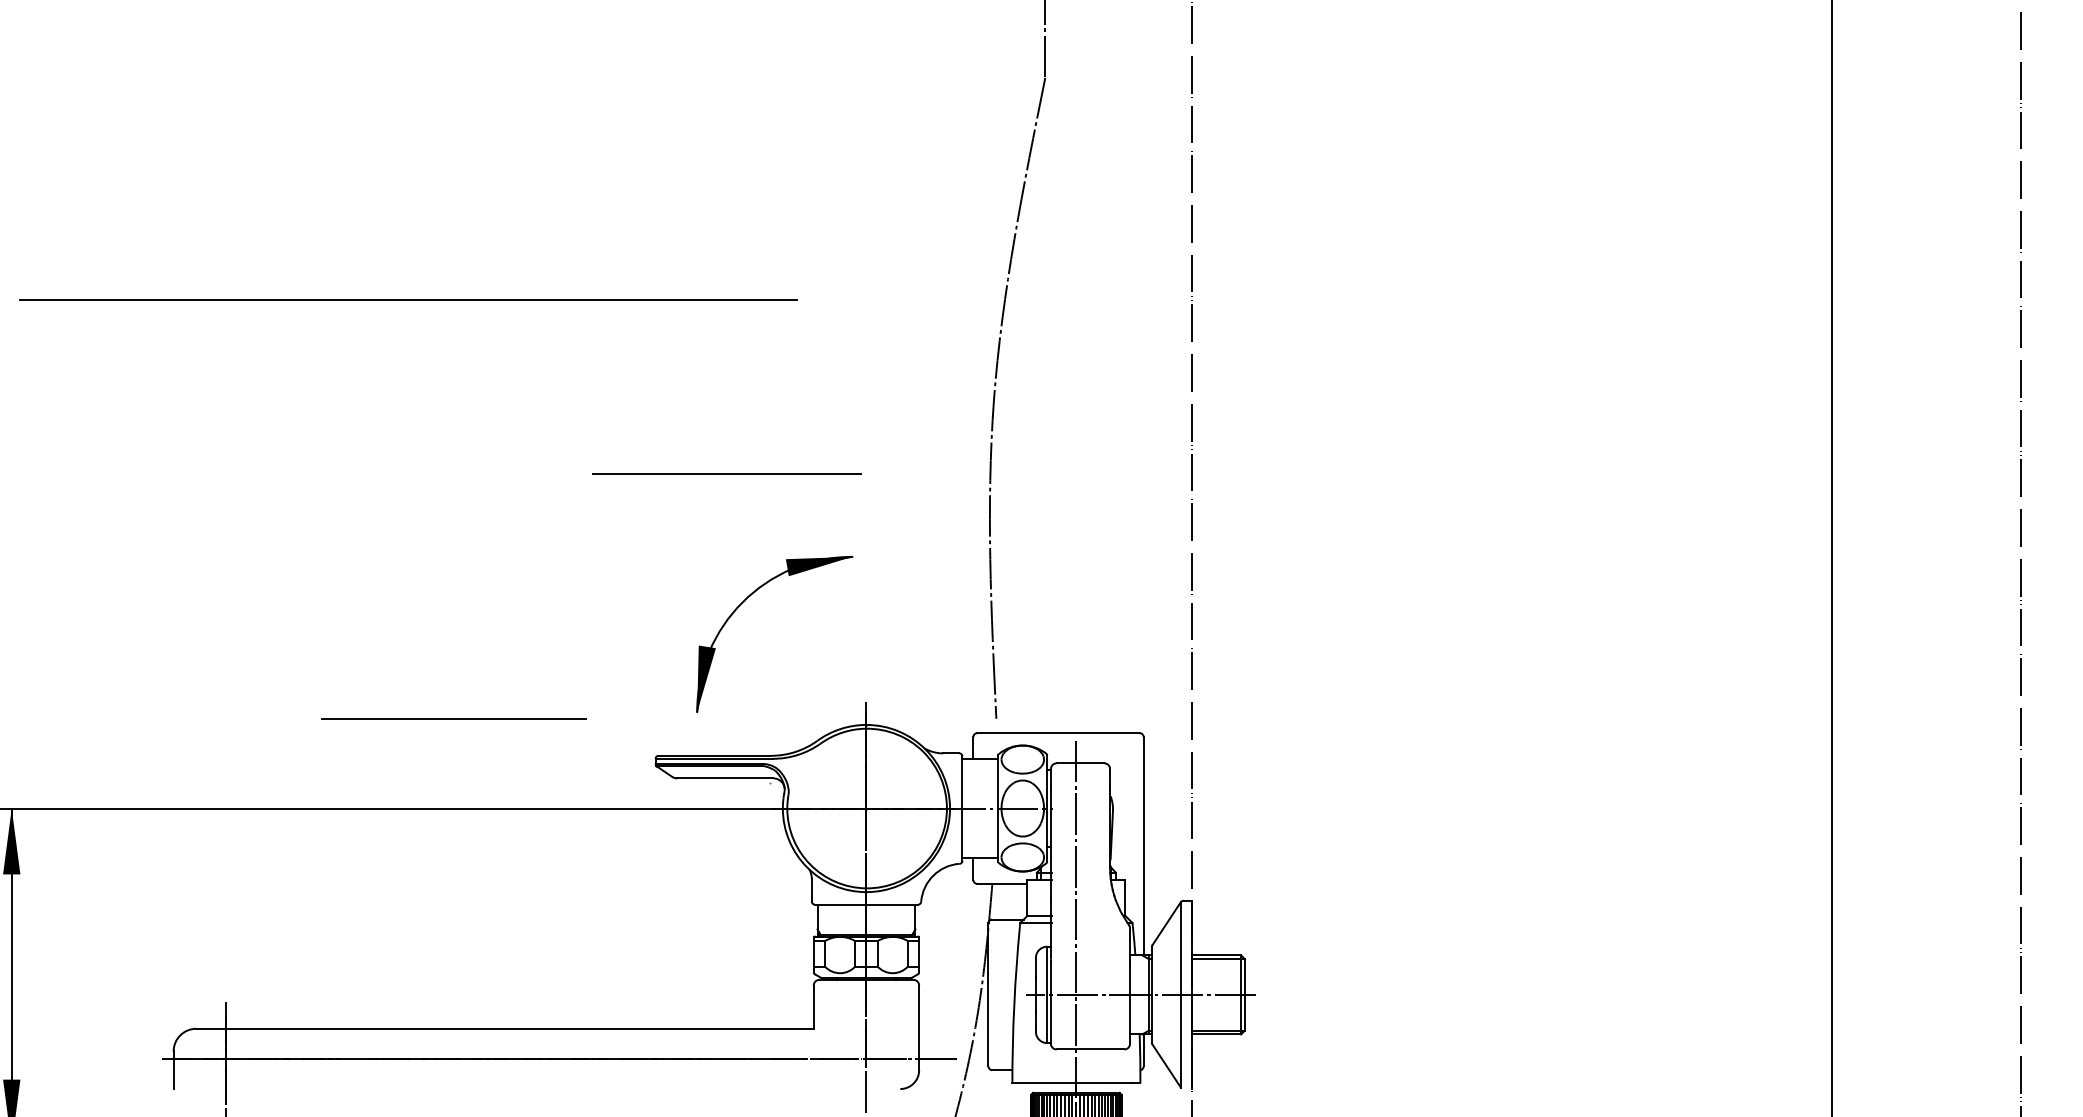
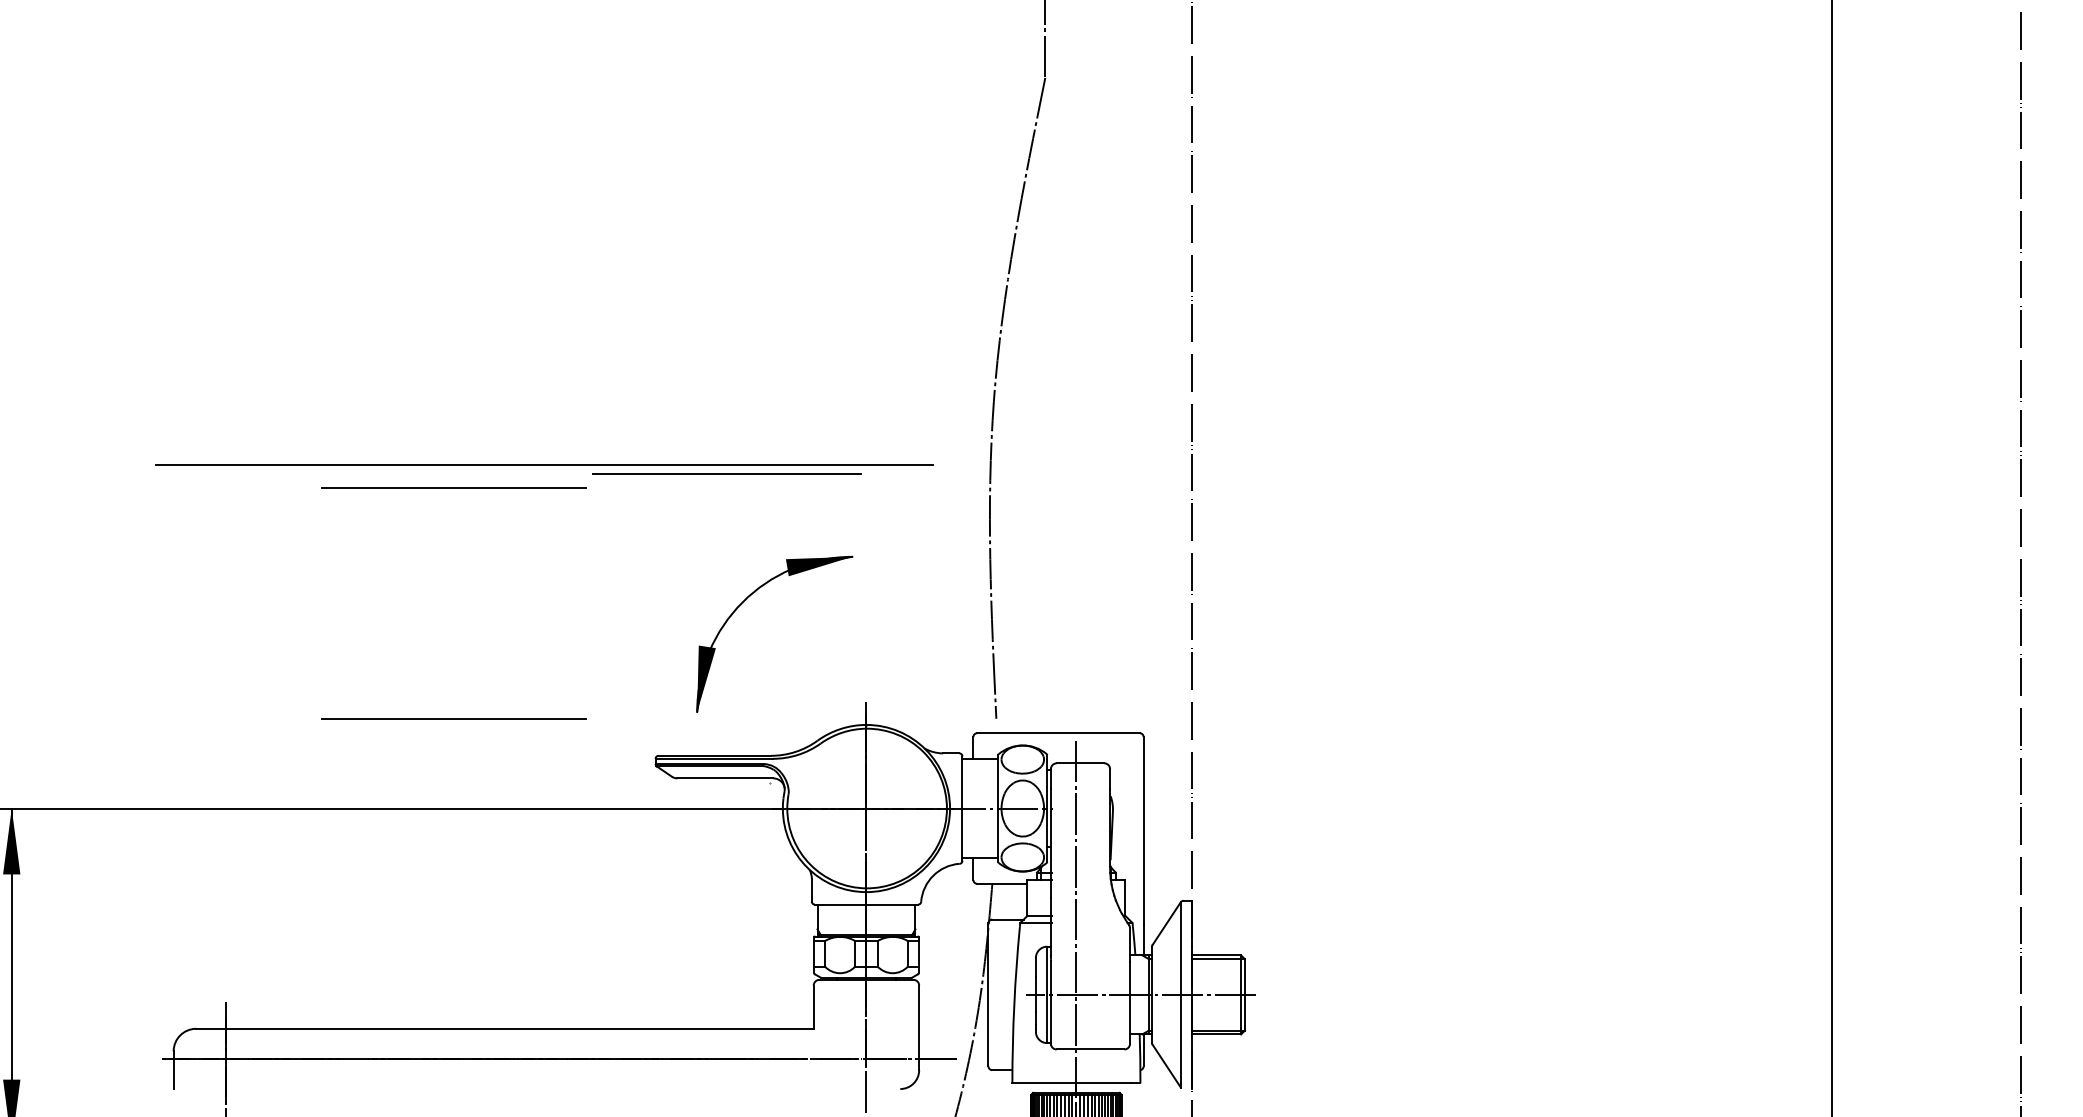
line at (408, 299) position: (408, 299) -> (544, 464)
line at (453, 487): none -> present
